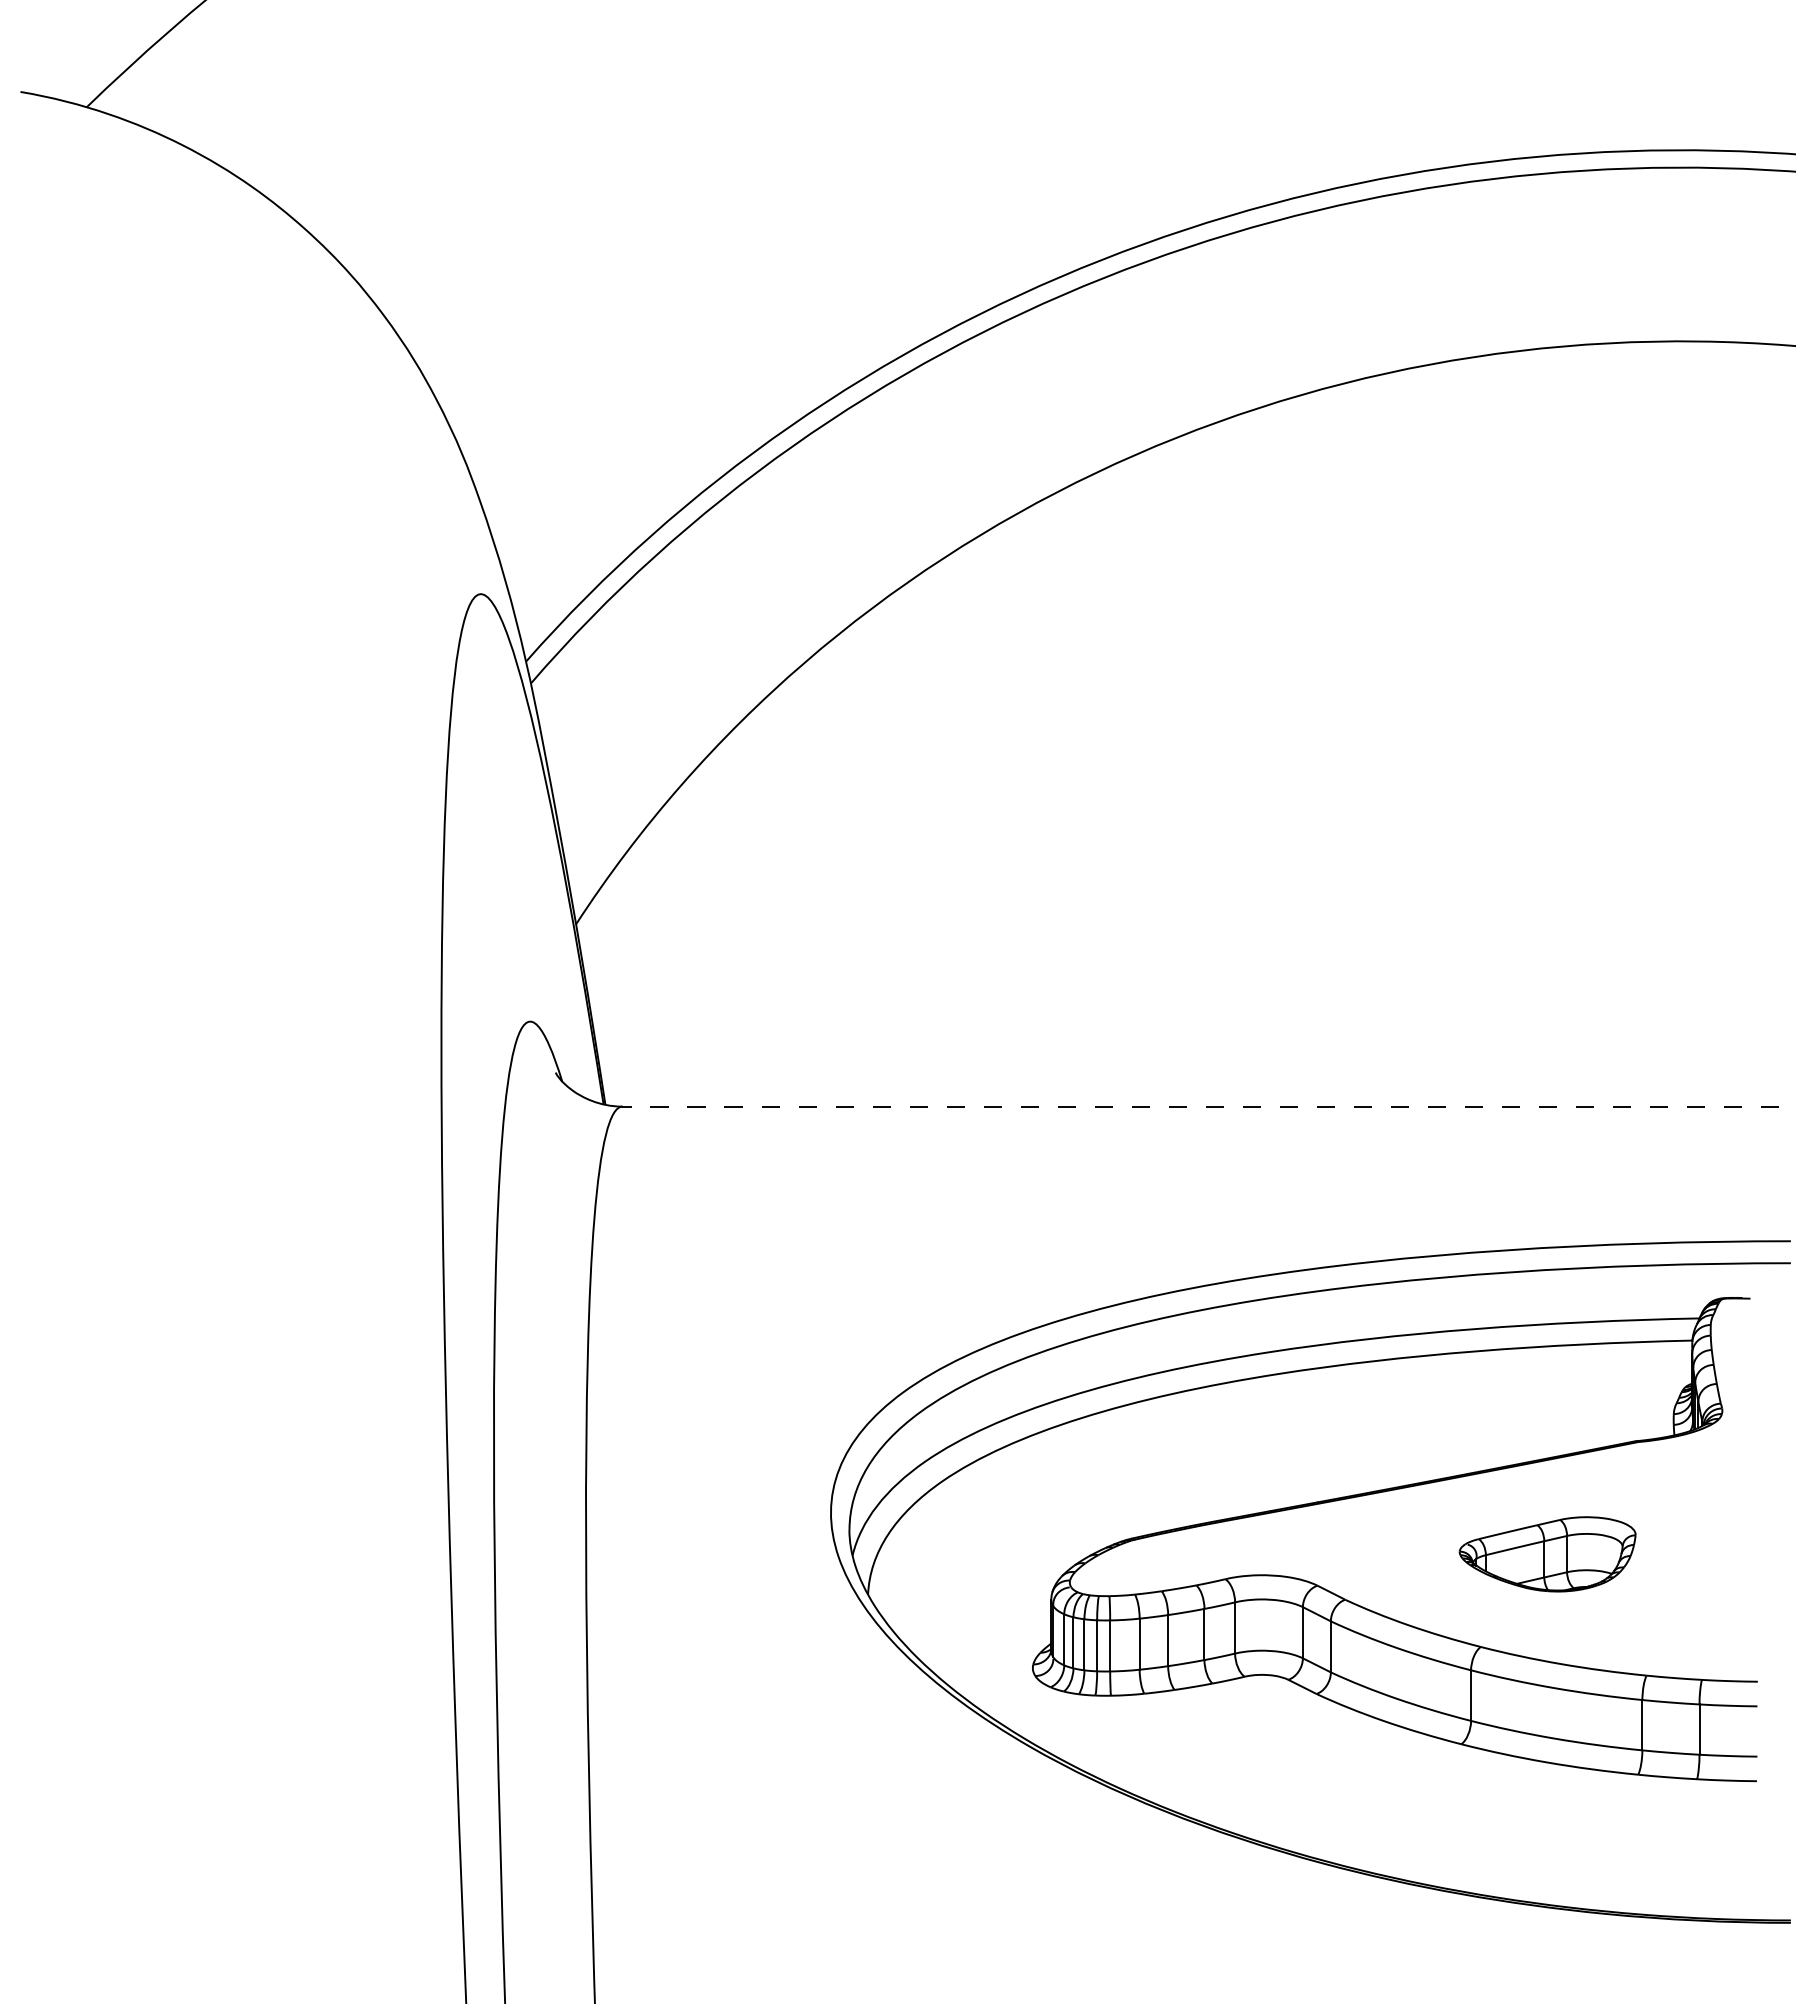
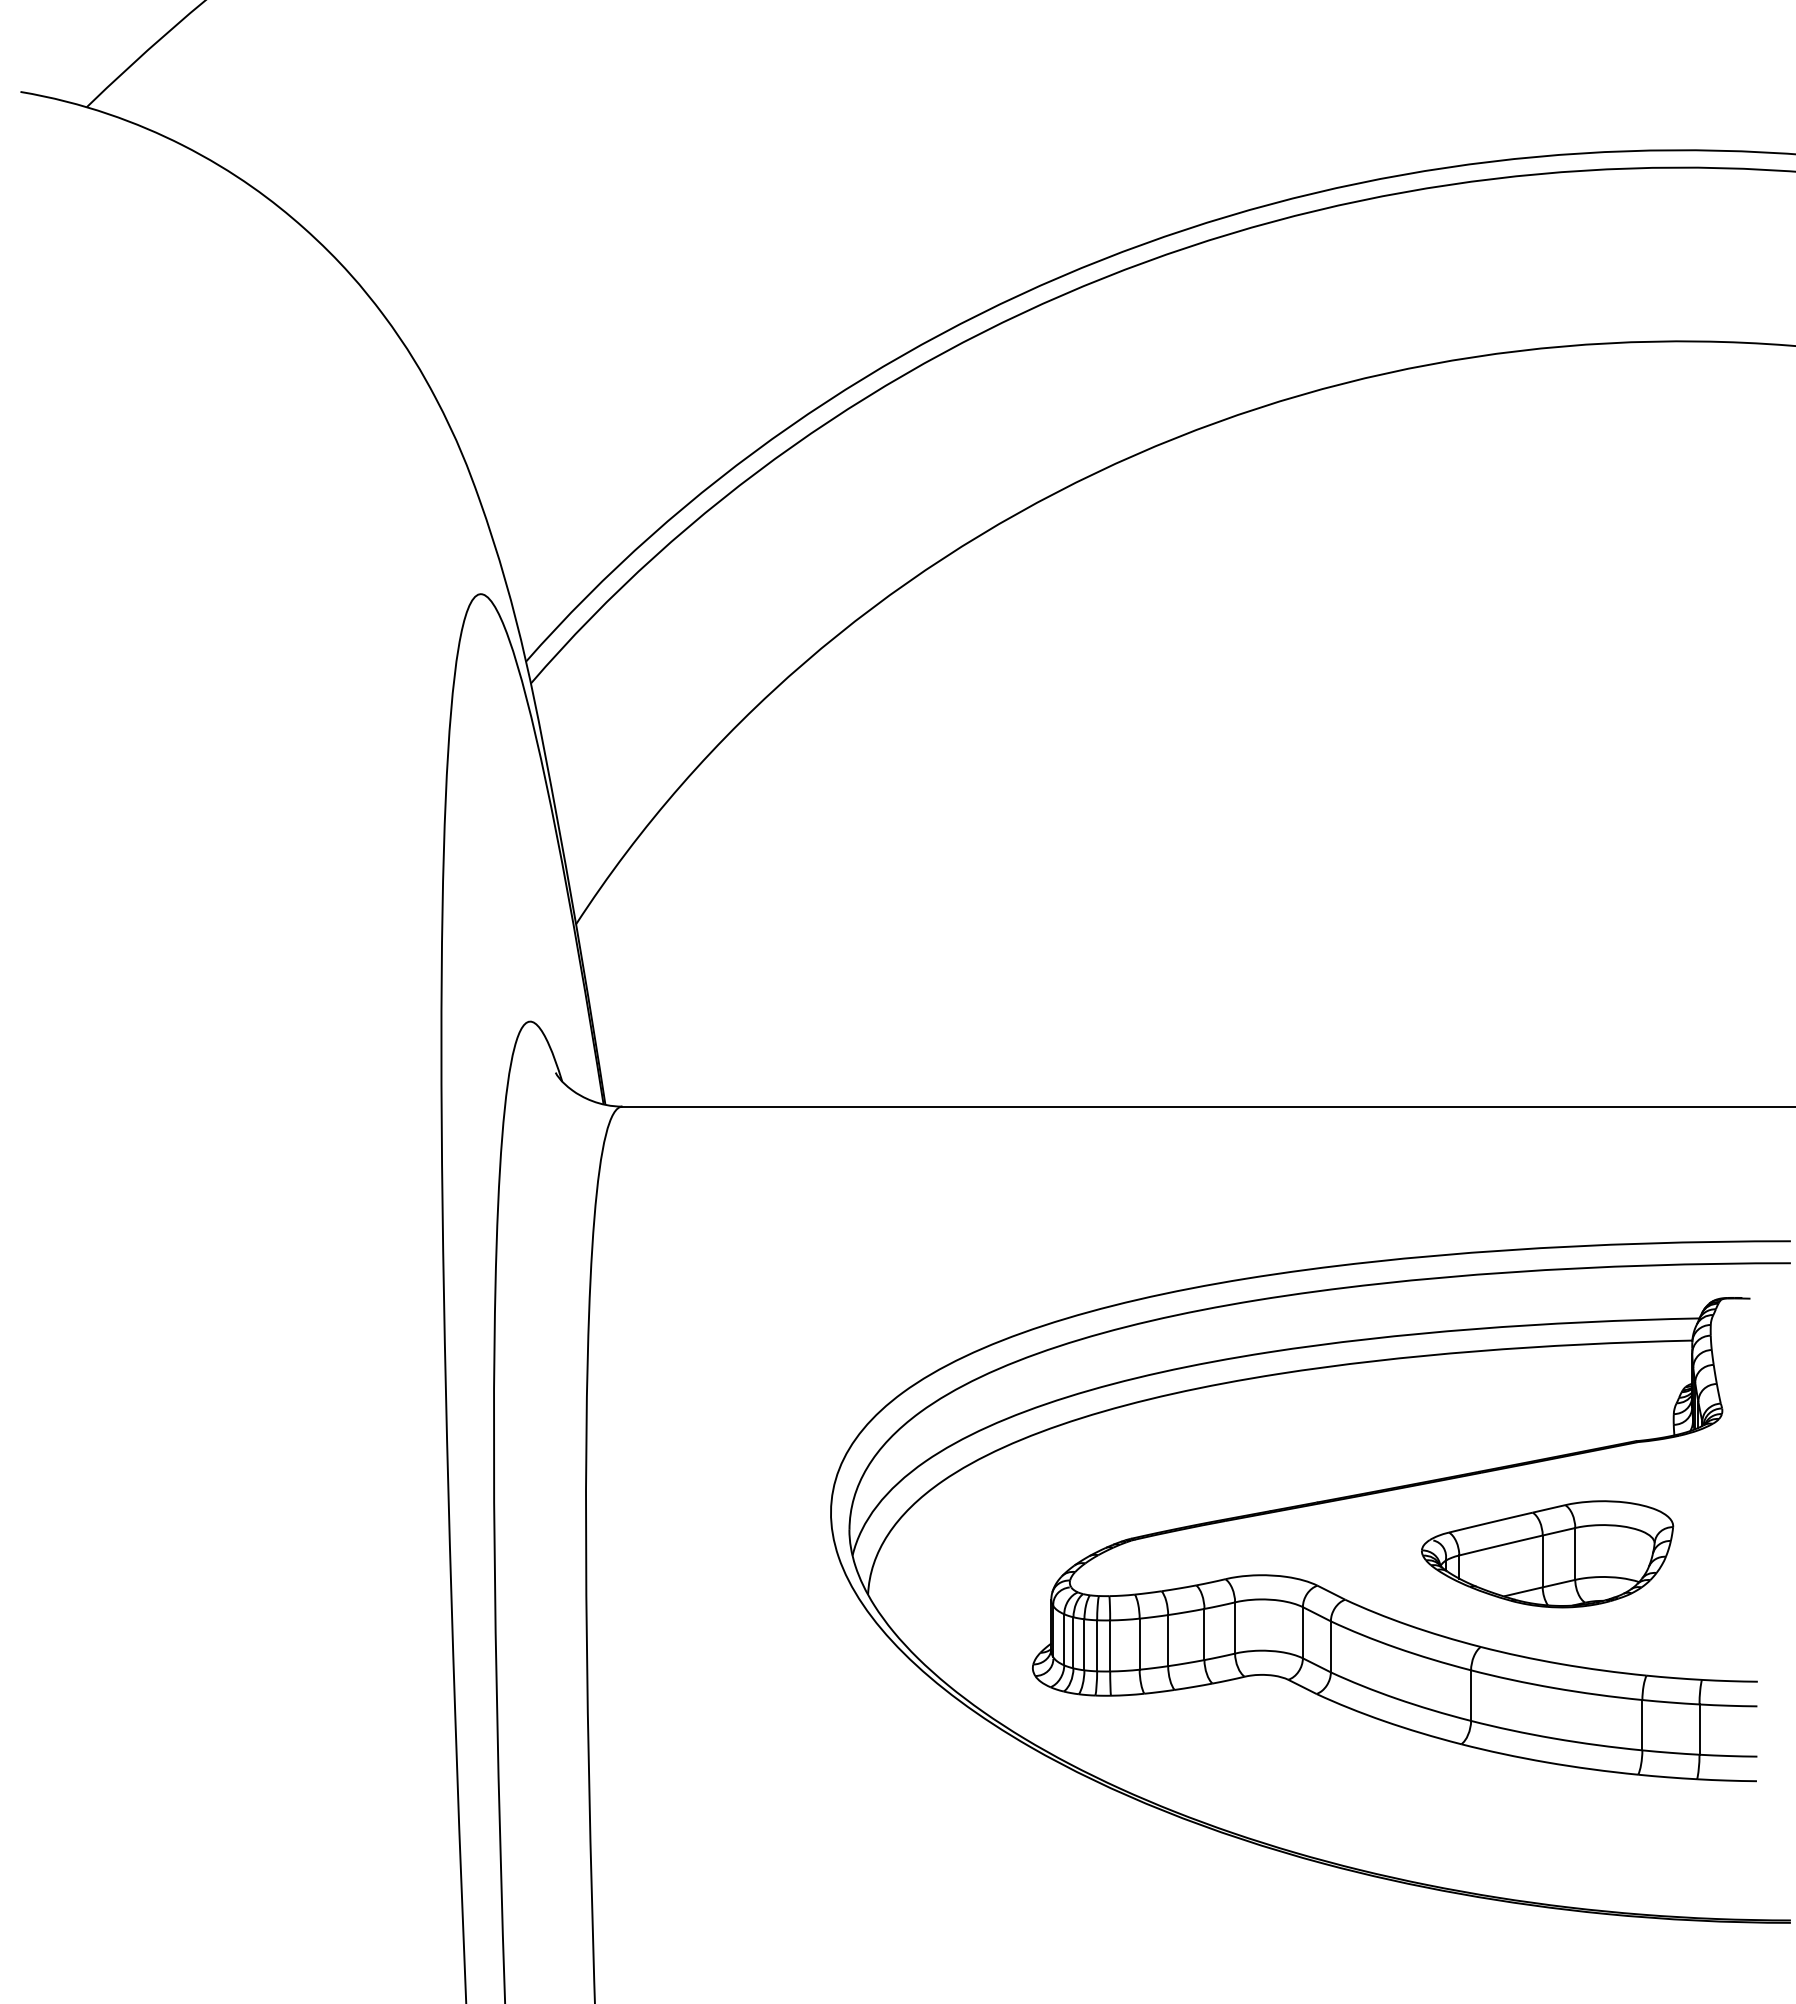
line at (1208, 1106): dashed -> solid
part at (1547, 1554) size: 179x77 px -> 254x109 px
